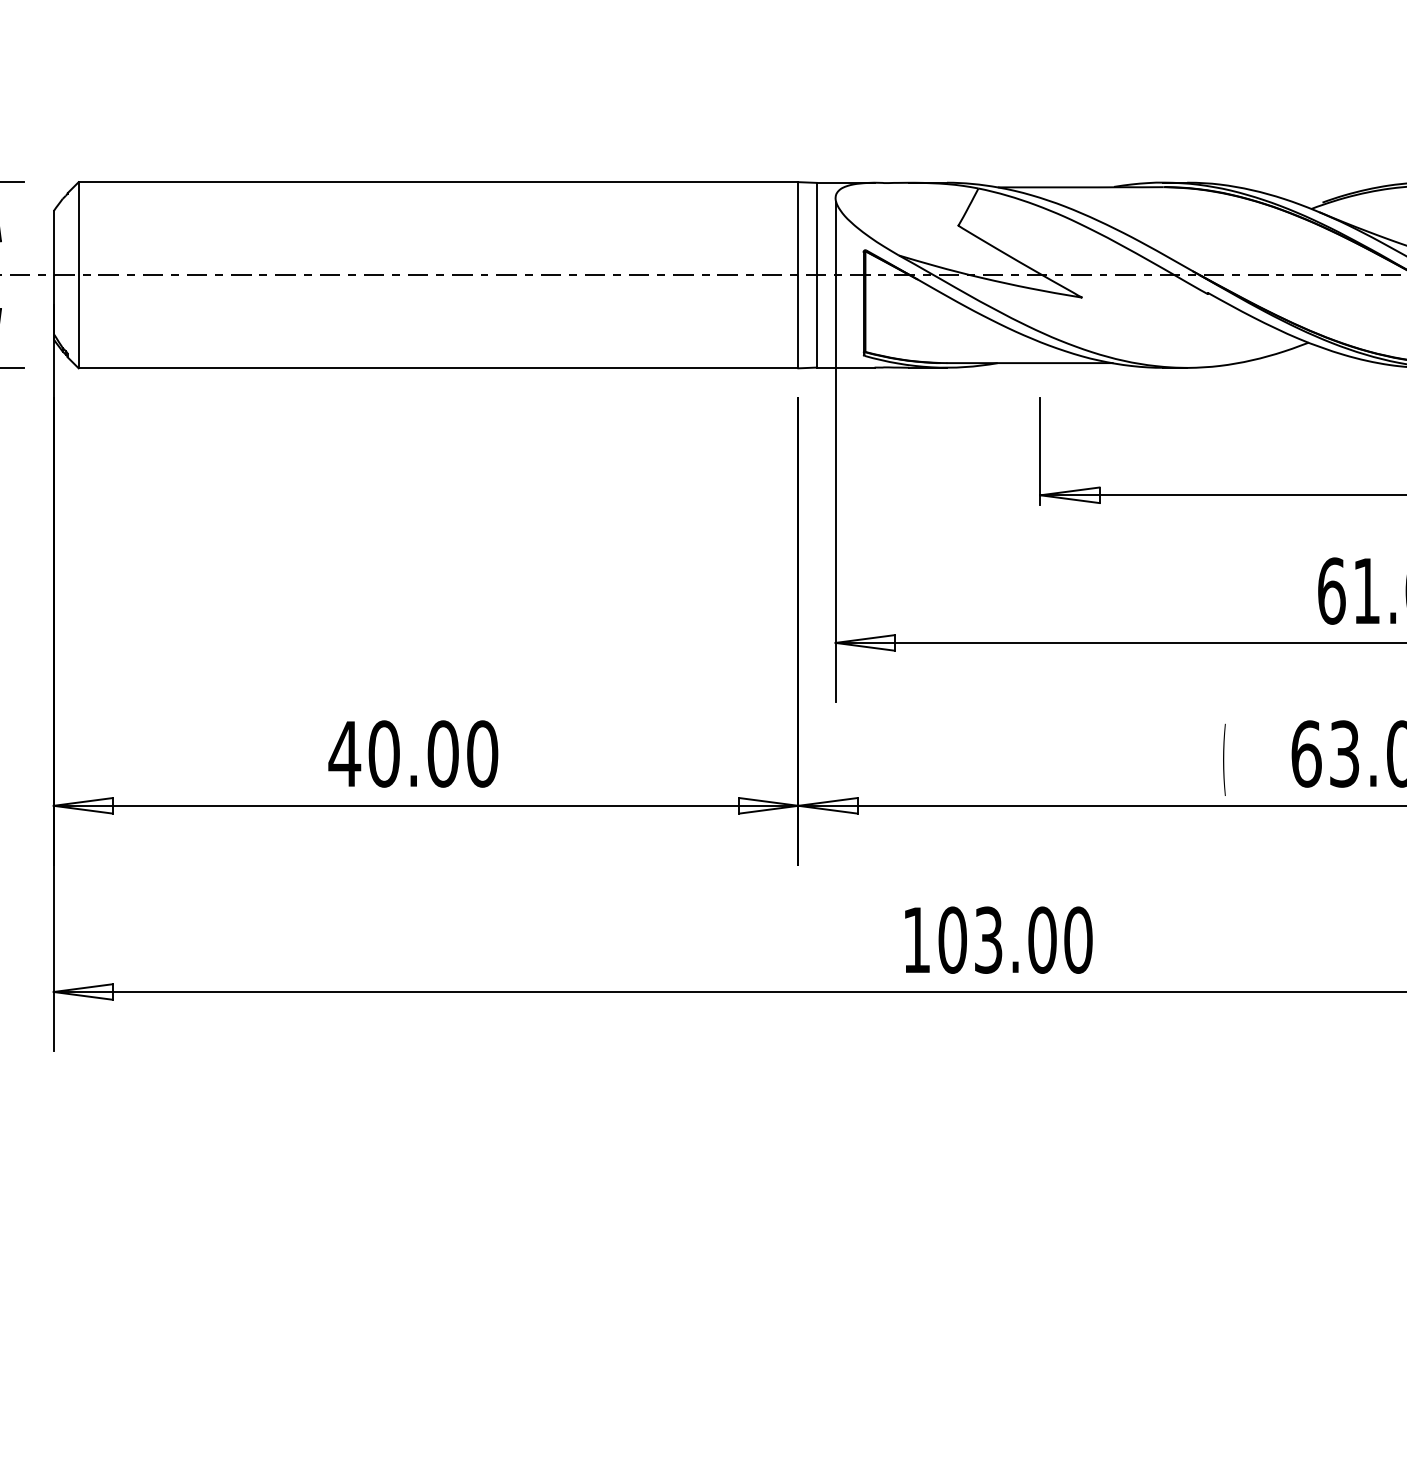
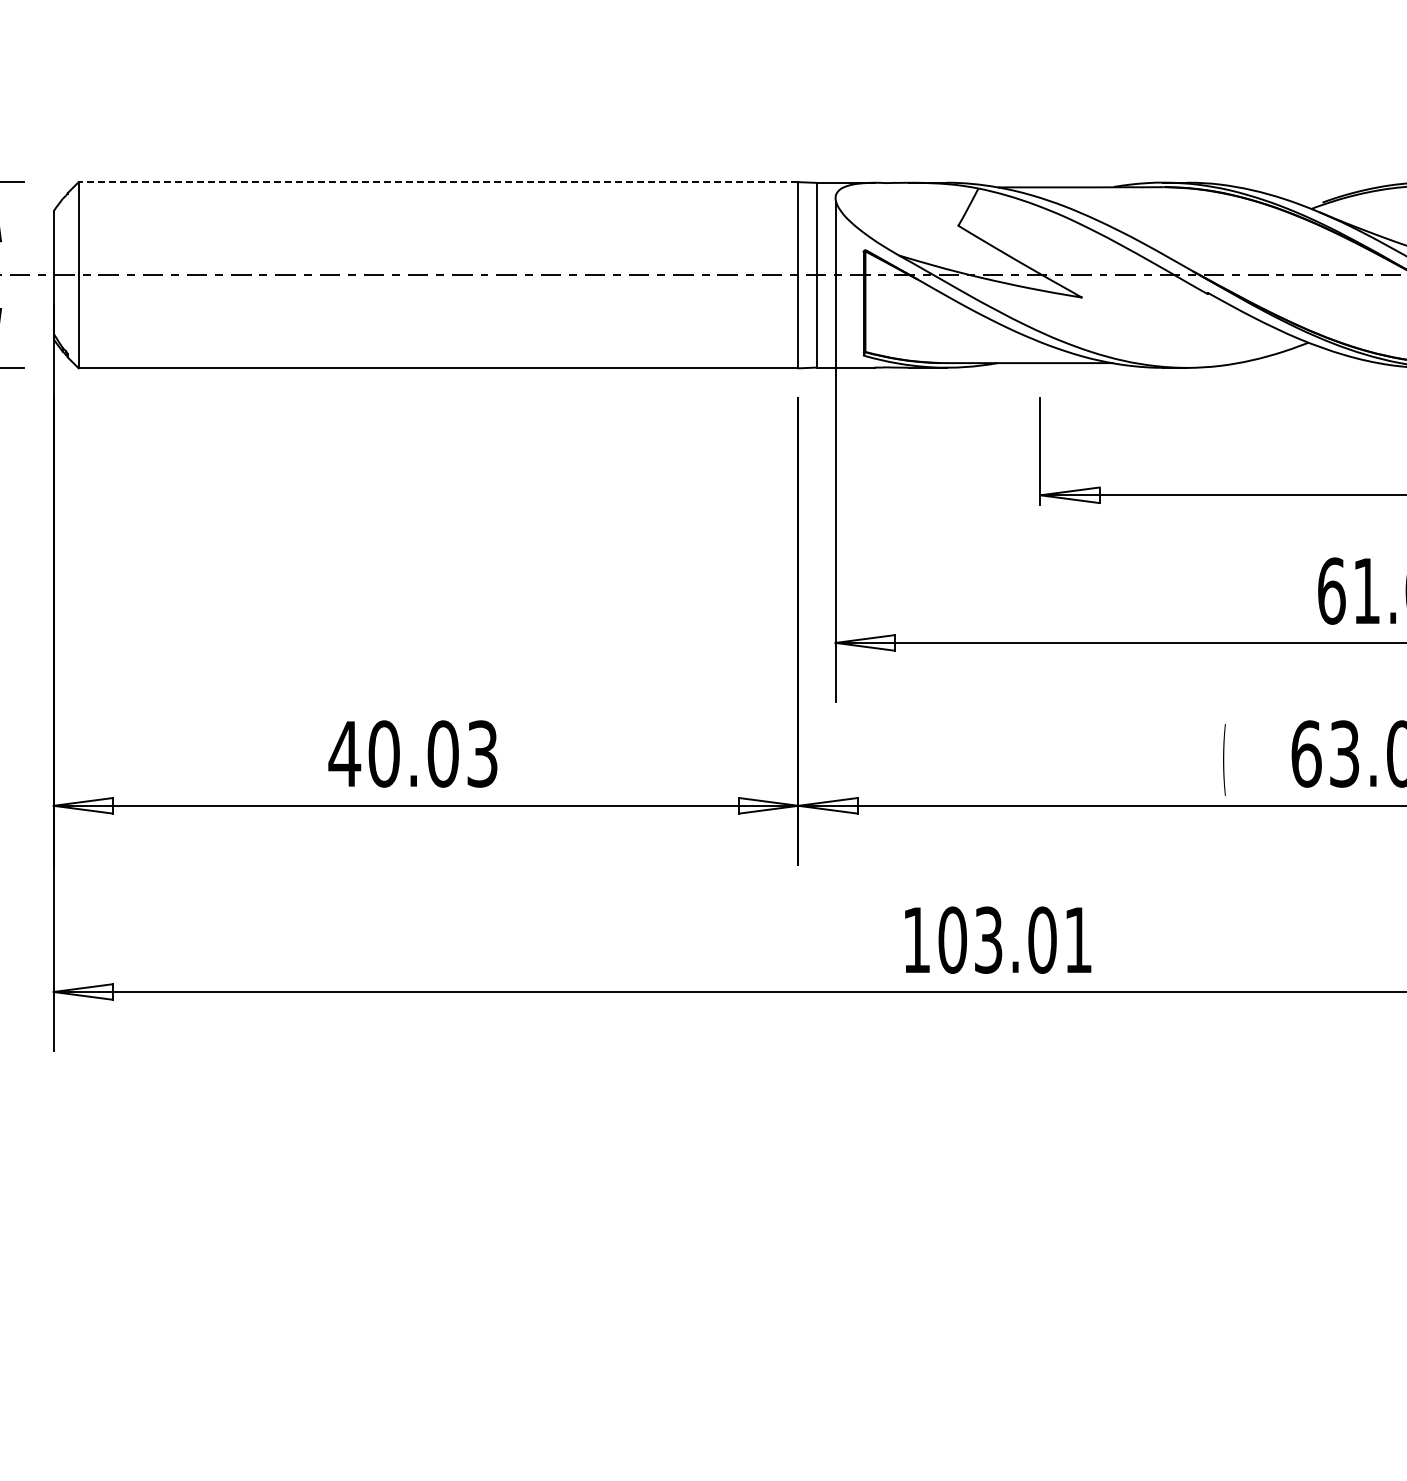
line at (438, 182): solid -> dashed
text at (482, 753): 40.00 -> 40.03
text at (1078, 939): 103.00 -> 103.01
